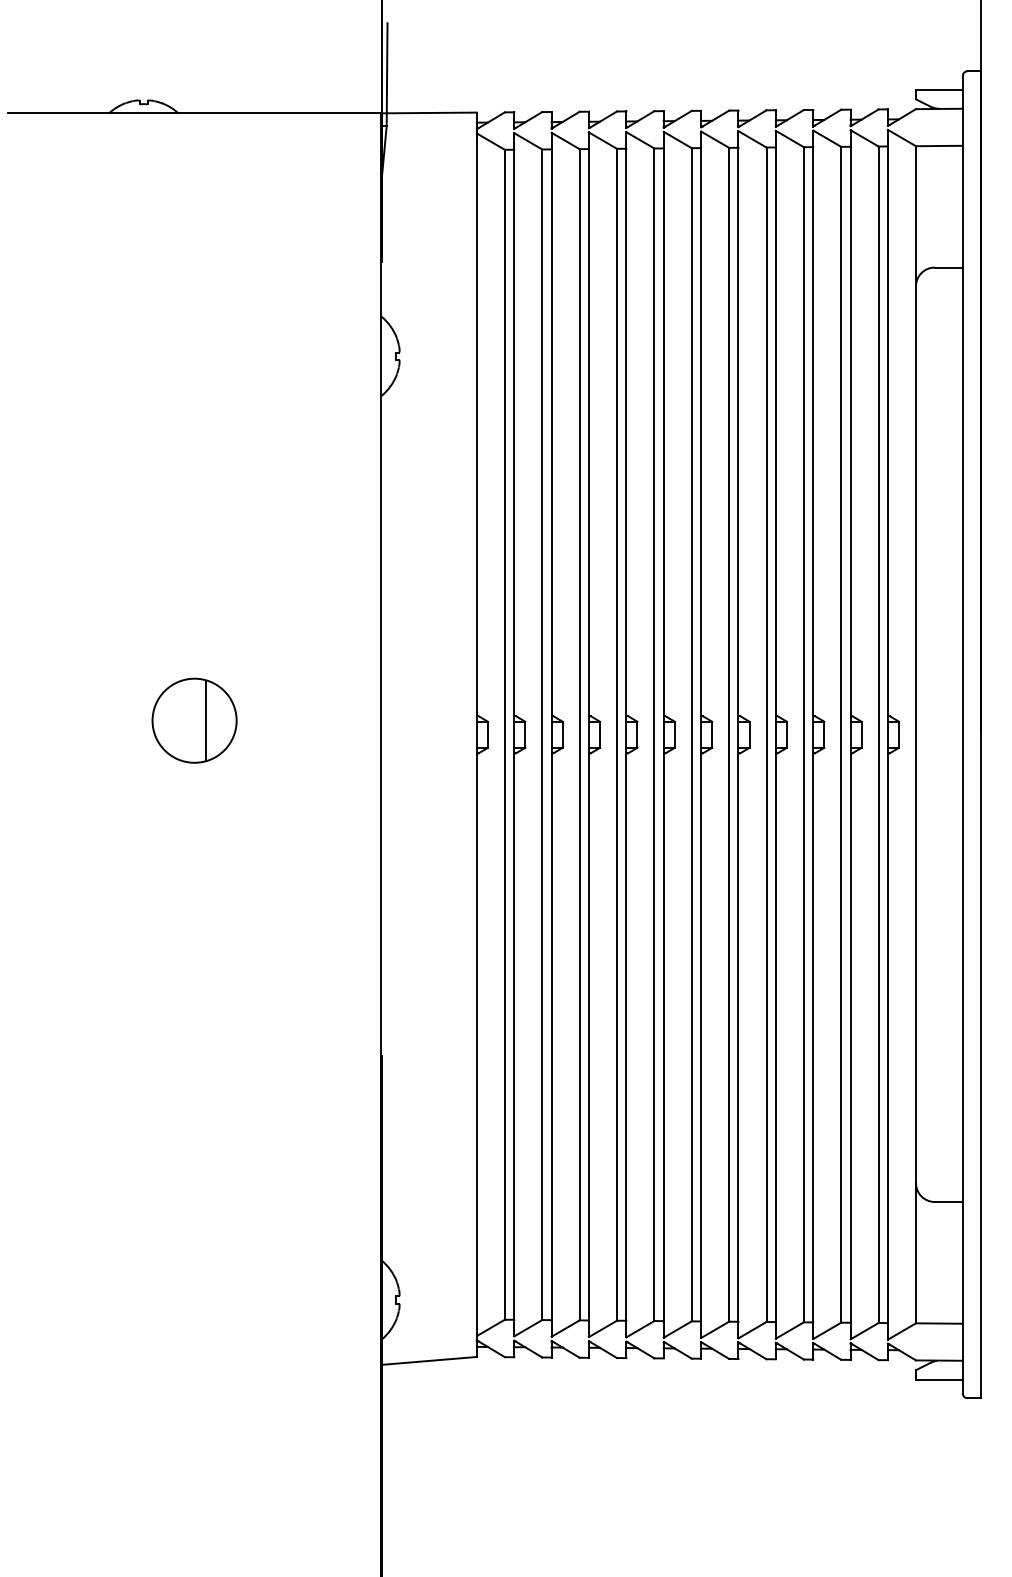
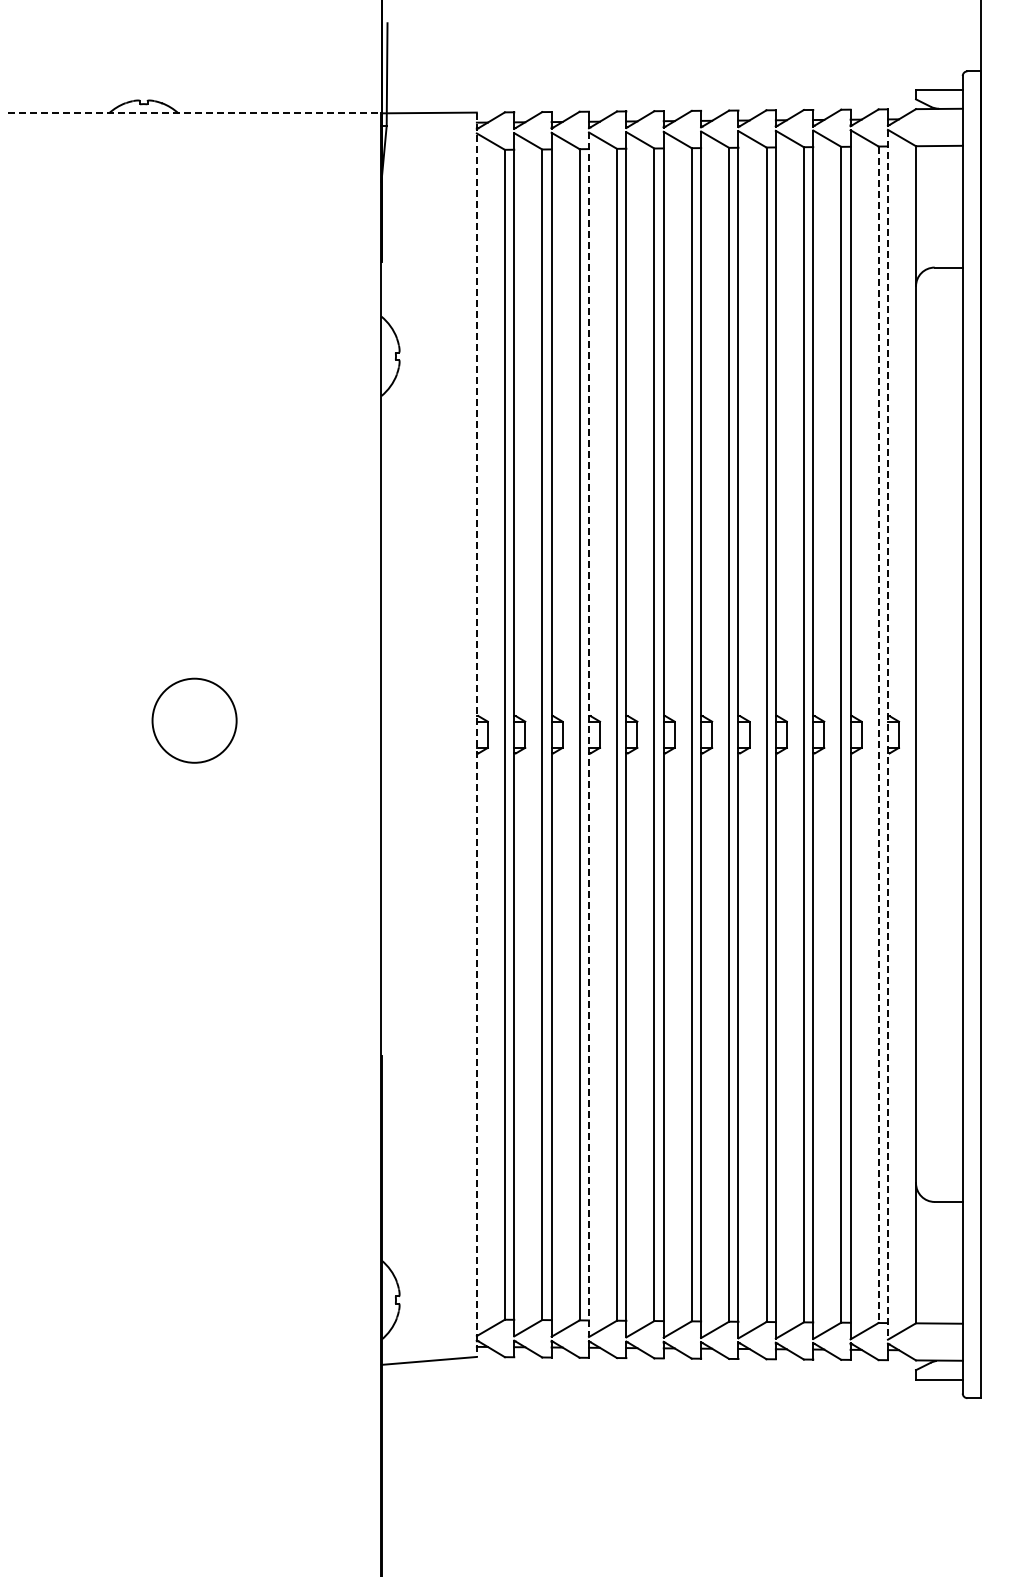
line at (194, 113): solid -> dashed
line at (206, 720): present -> none
line at (887, 734): solid -> dashed
line at (476, 735): solid -> dashed
line at (588, 735): solid -> dashed
line at (878, 735): solid -> dashed
